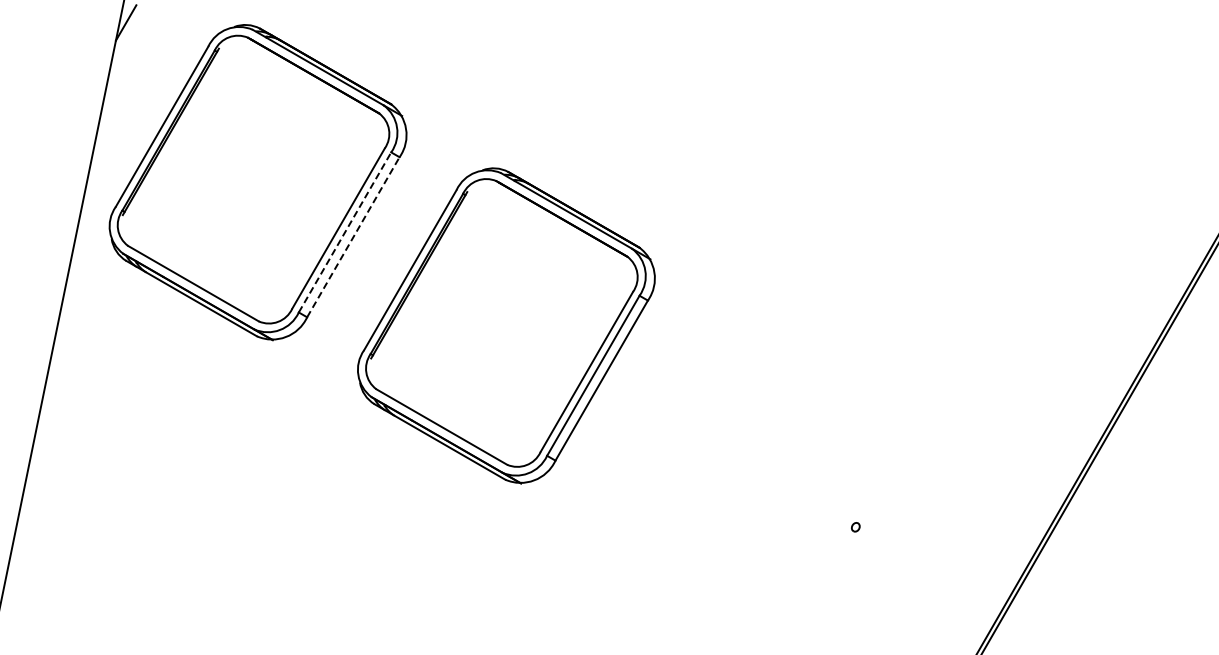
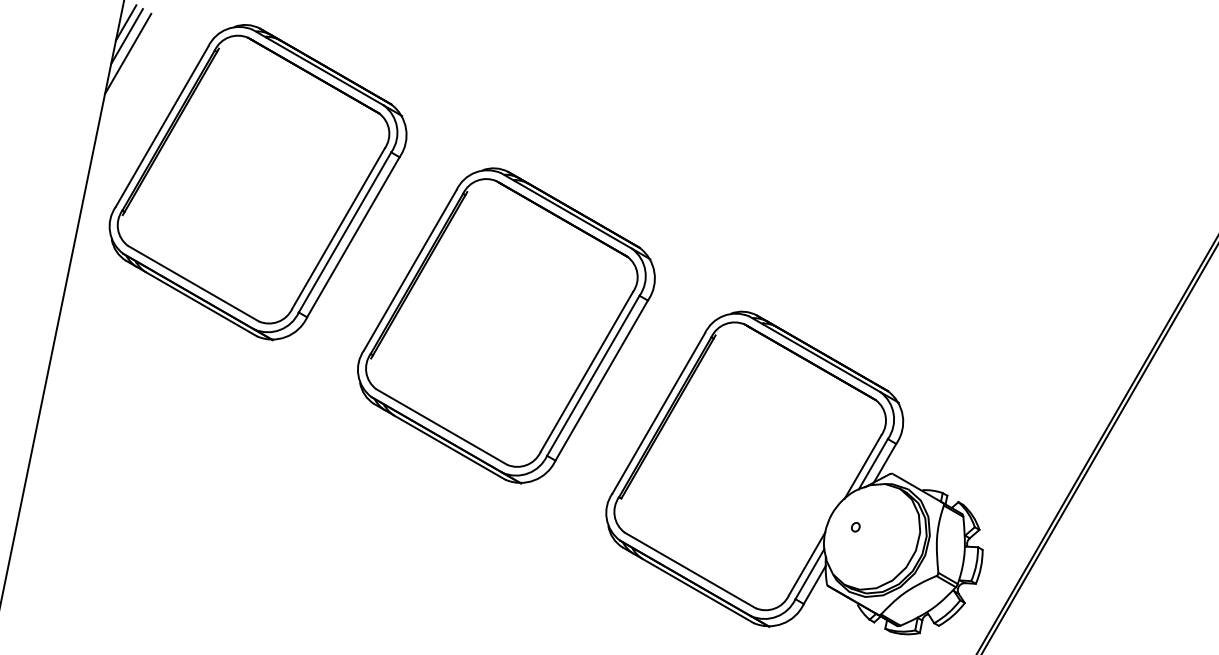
line at (126, 36): none -> present
line at (128, 53): none -> present
line at (345, 232): dashed -> solid
line at (353, 236): dashed -> solid
part at (794, 472): none -> present
